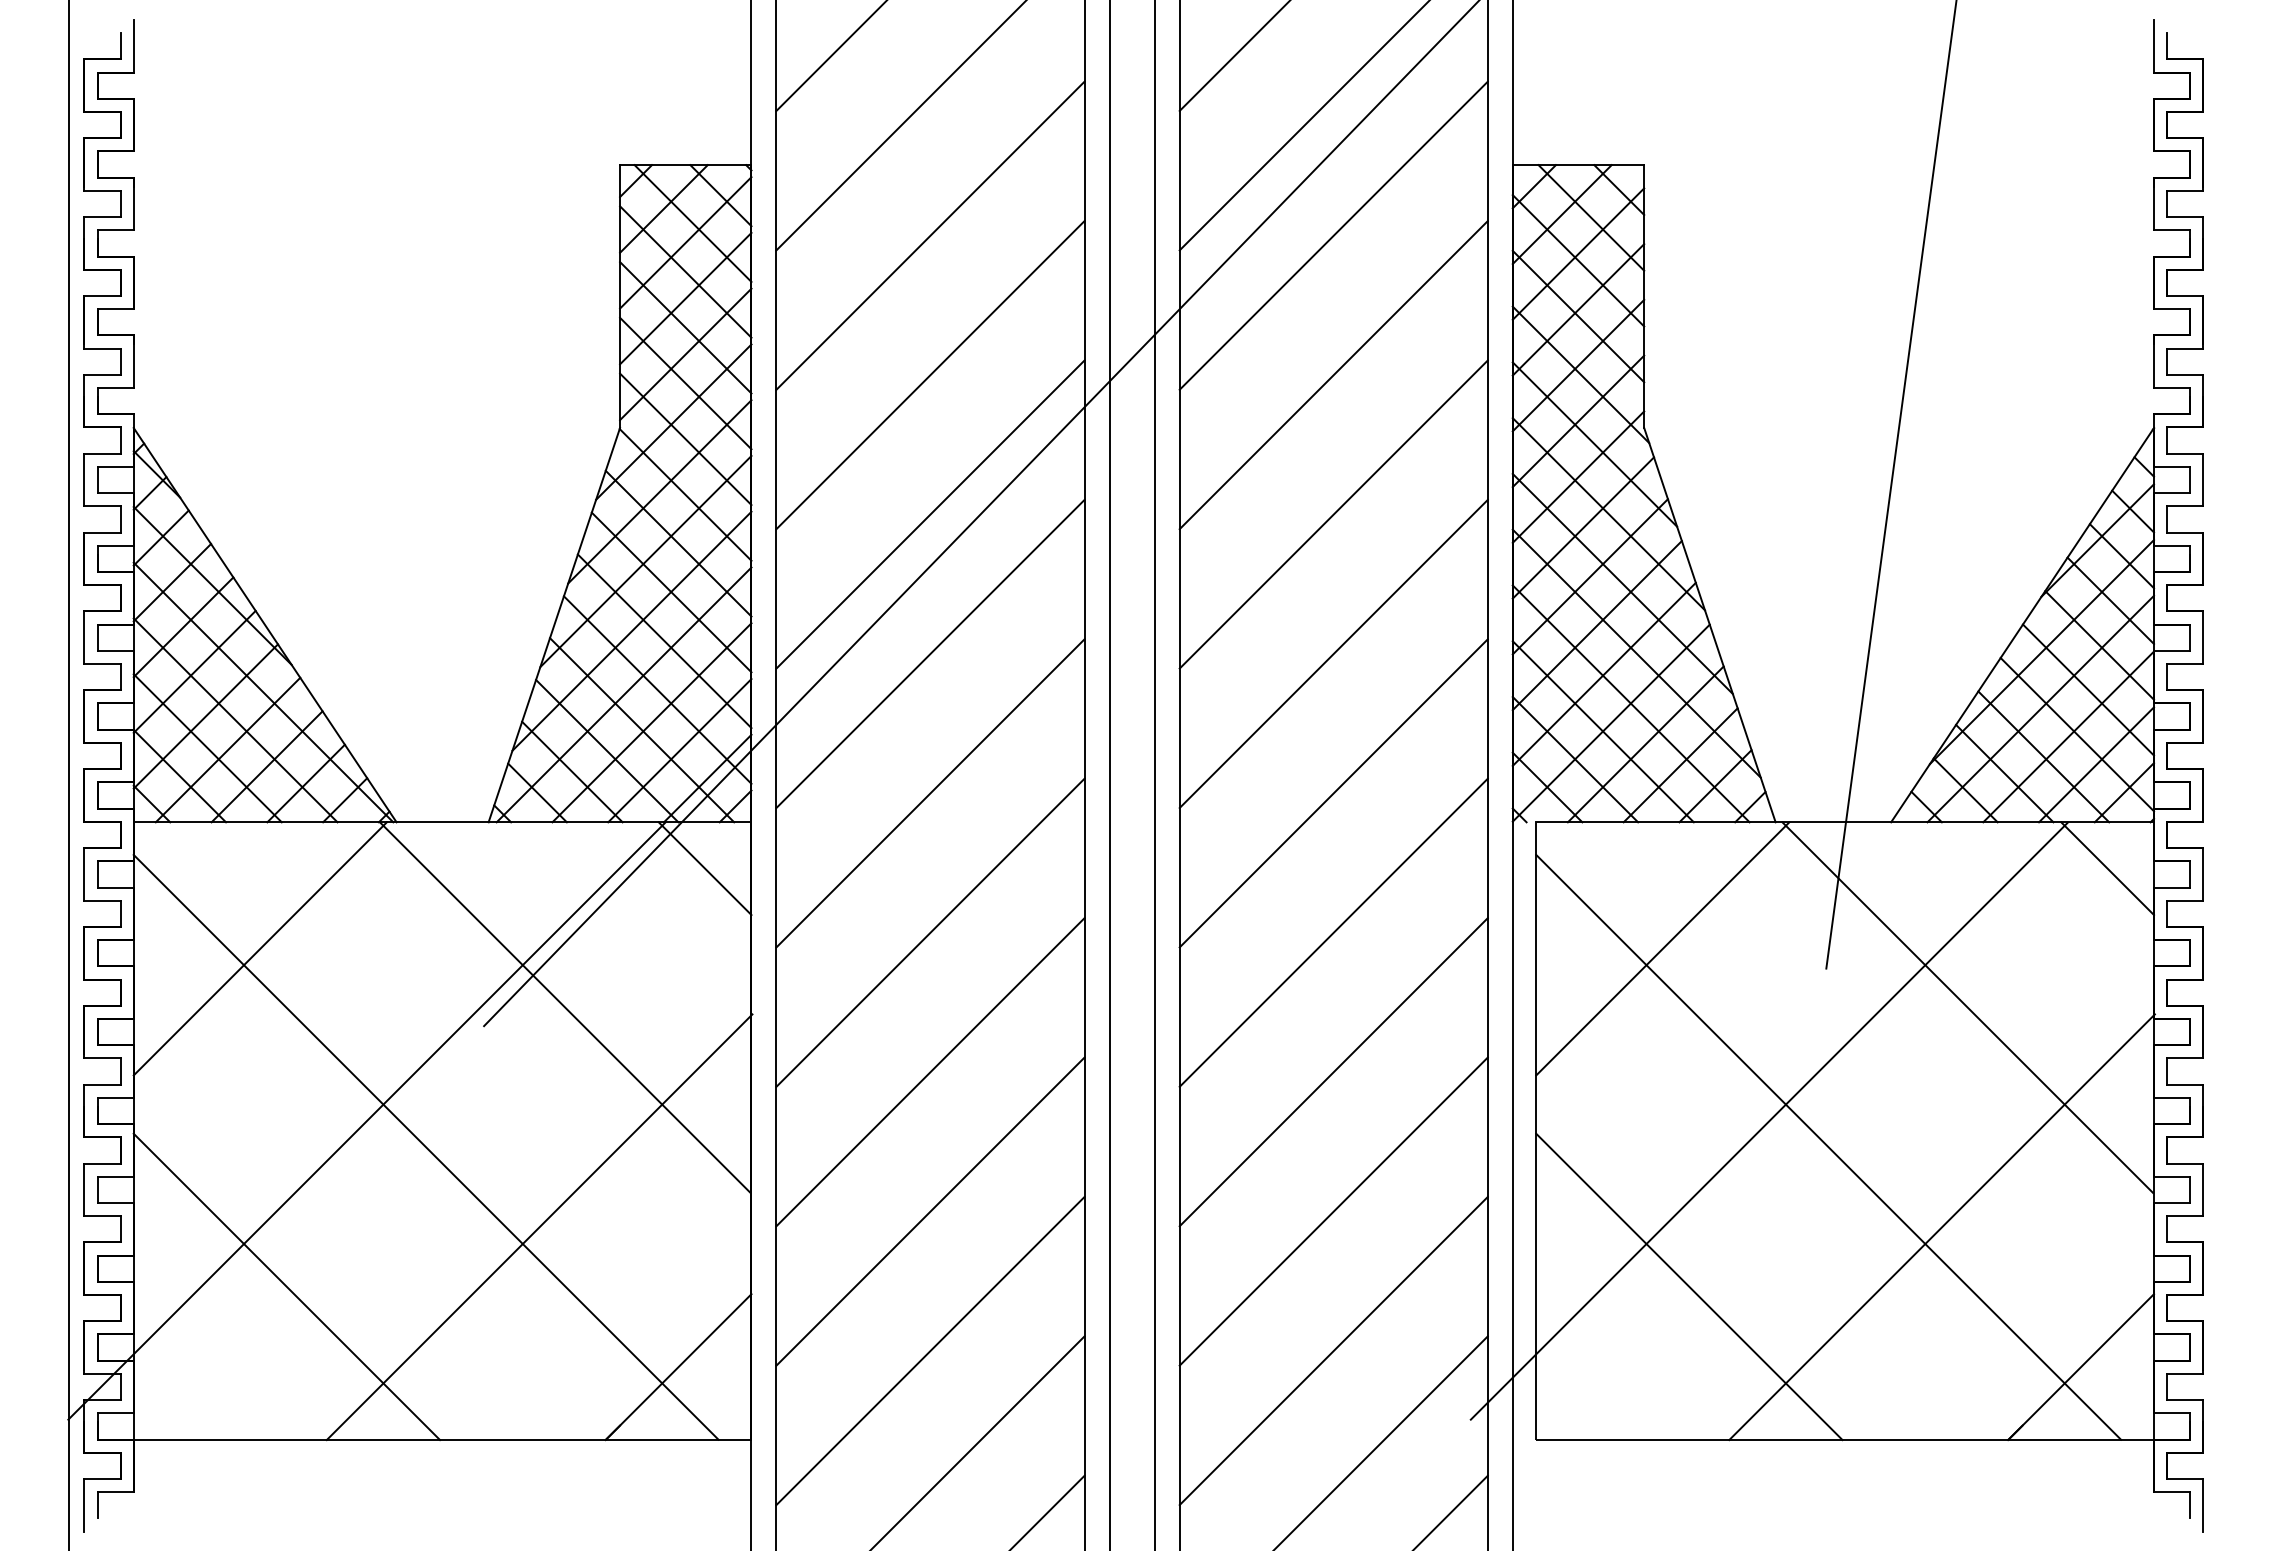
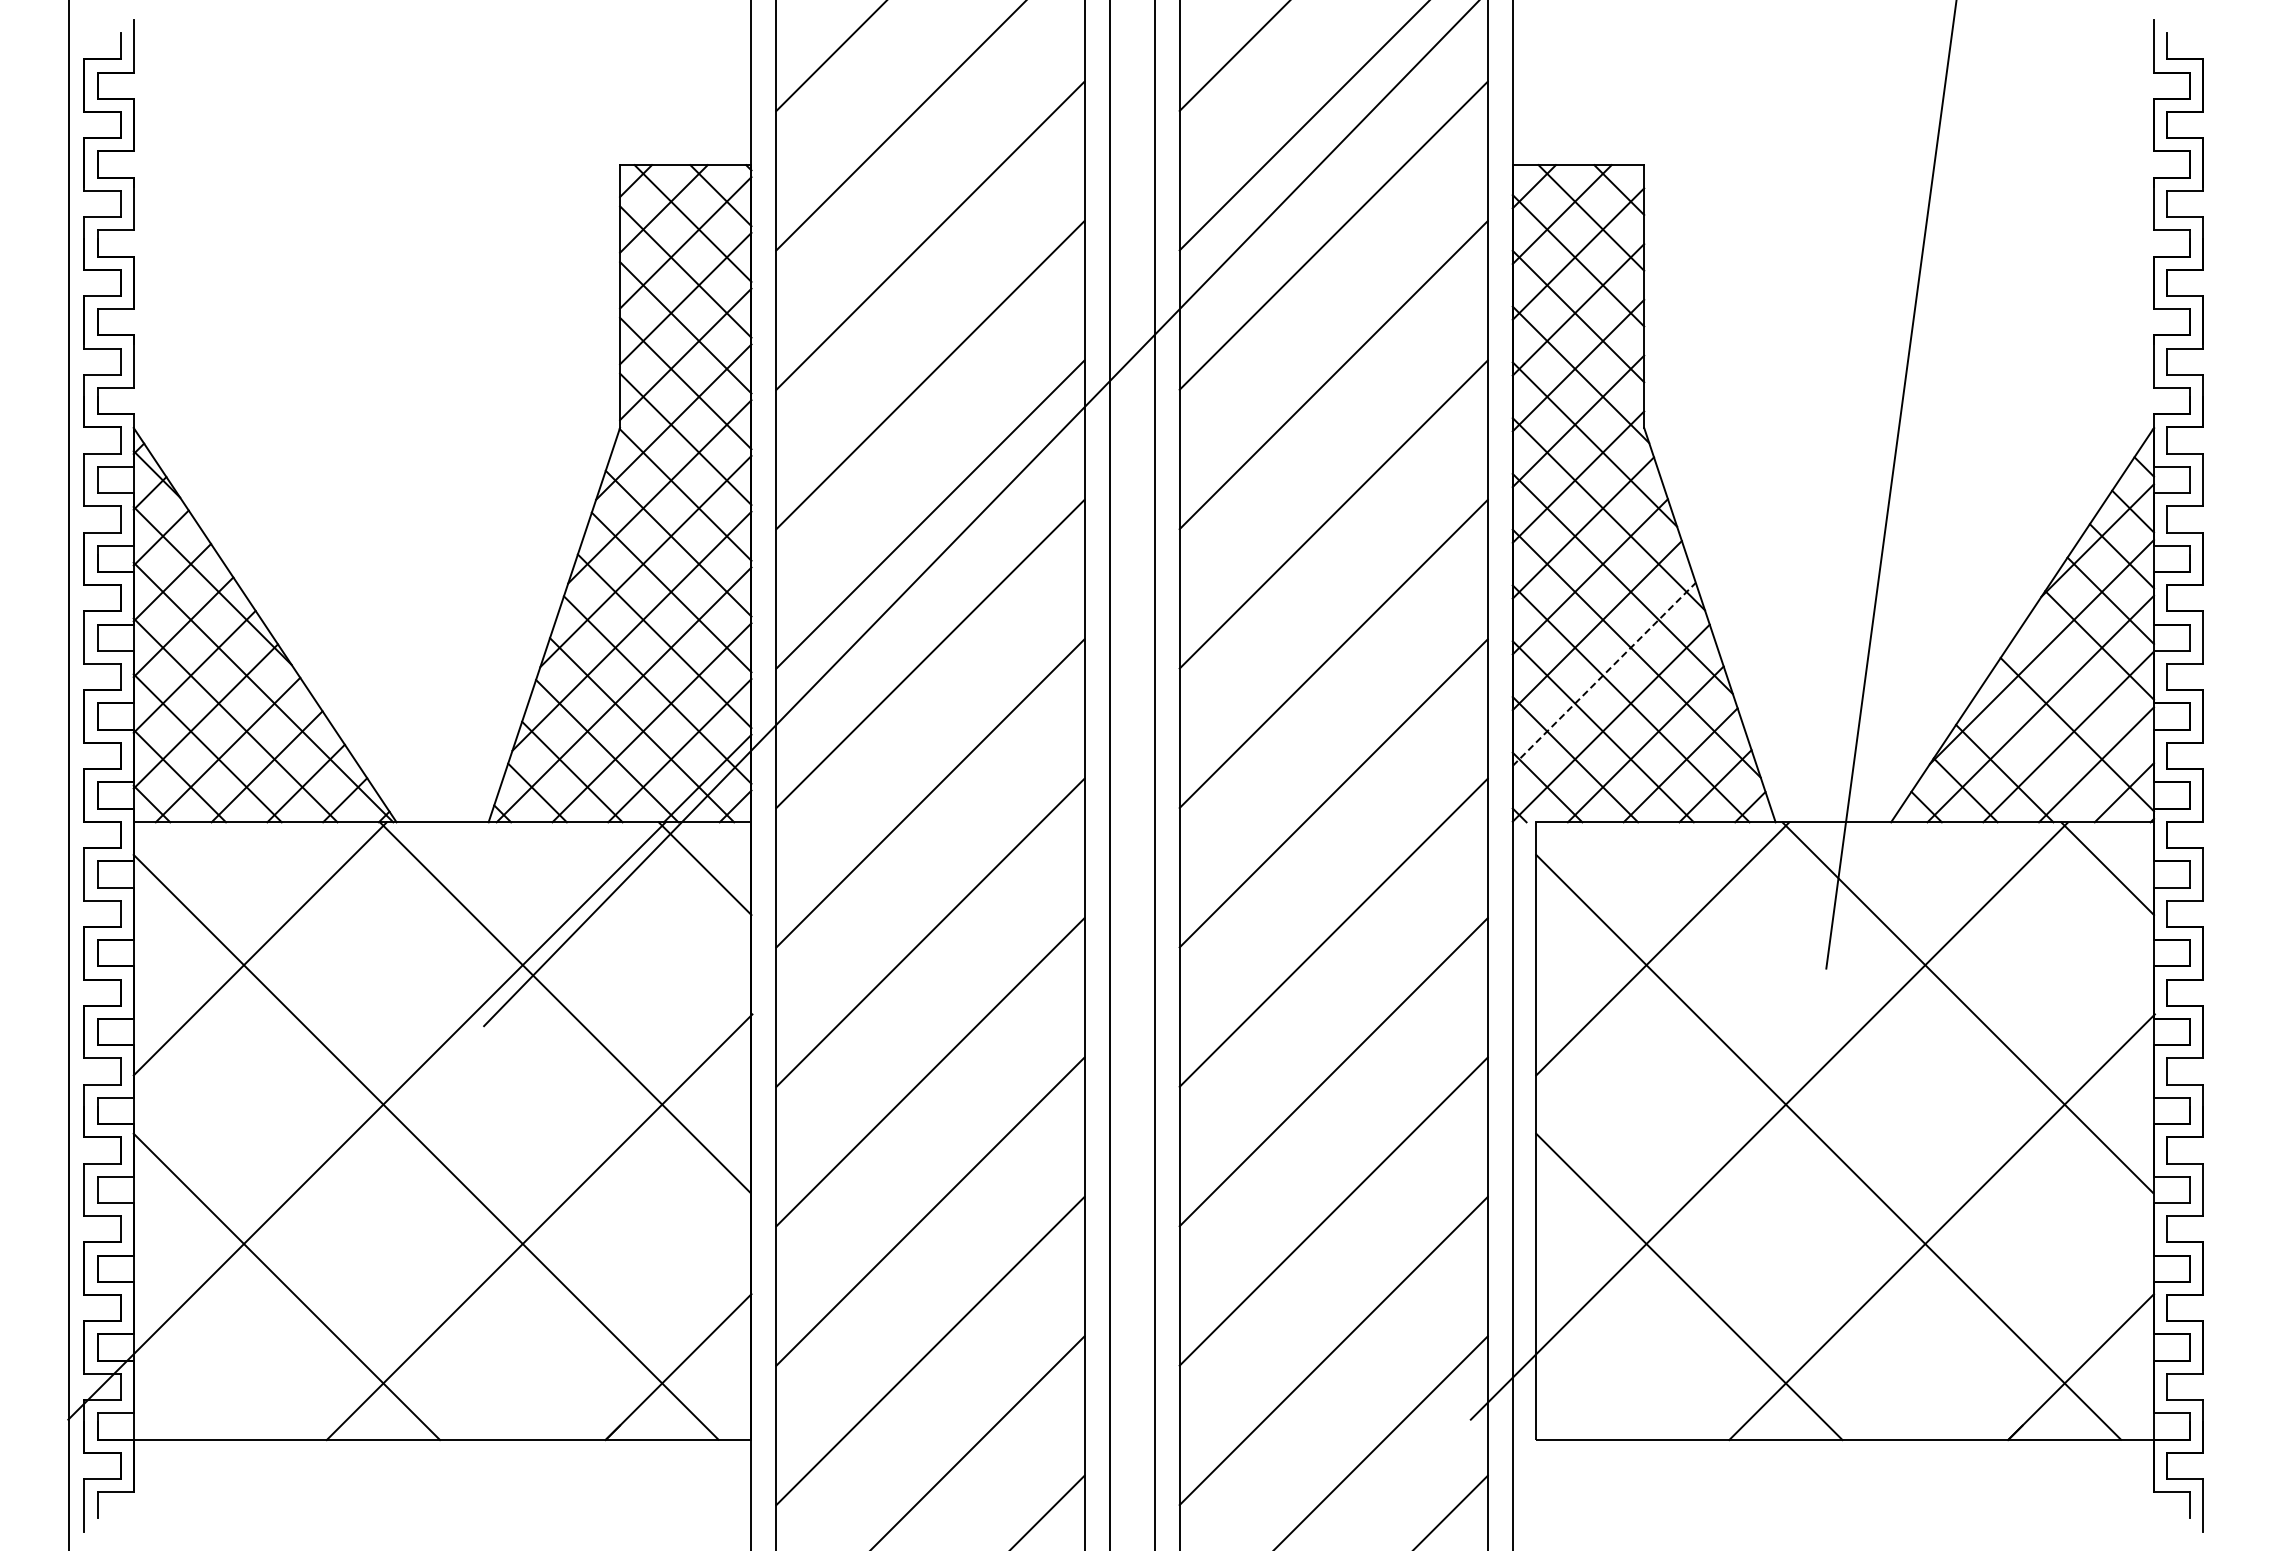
line at (1604, 674): solid -> dashed
line at (2088, 689): present -> none
line at (2043, 756): present -> none
